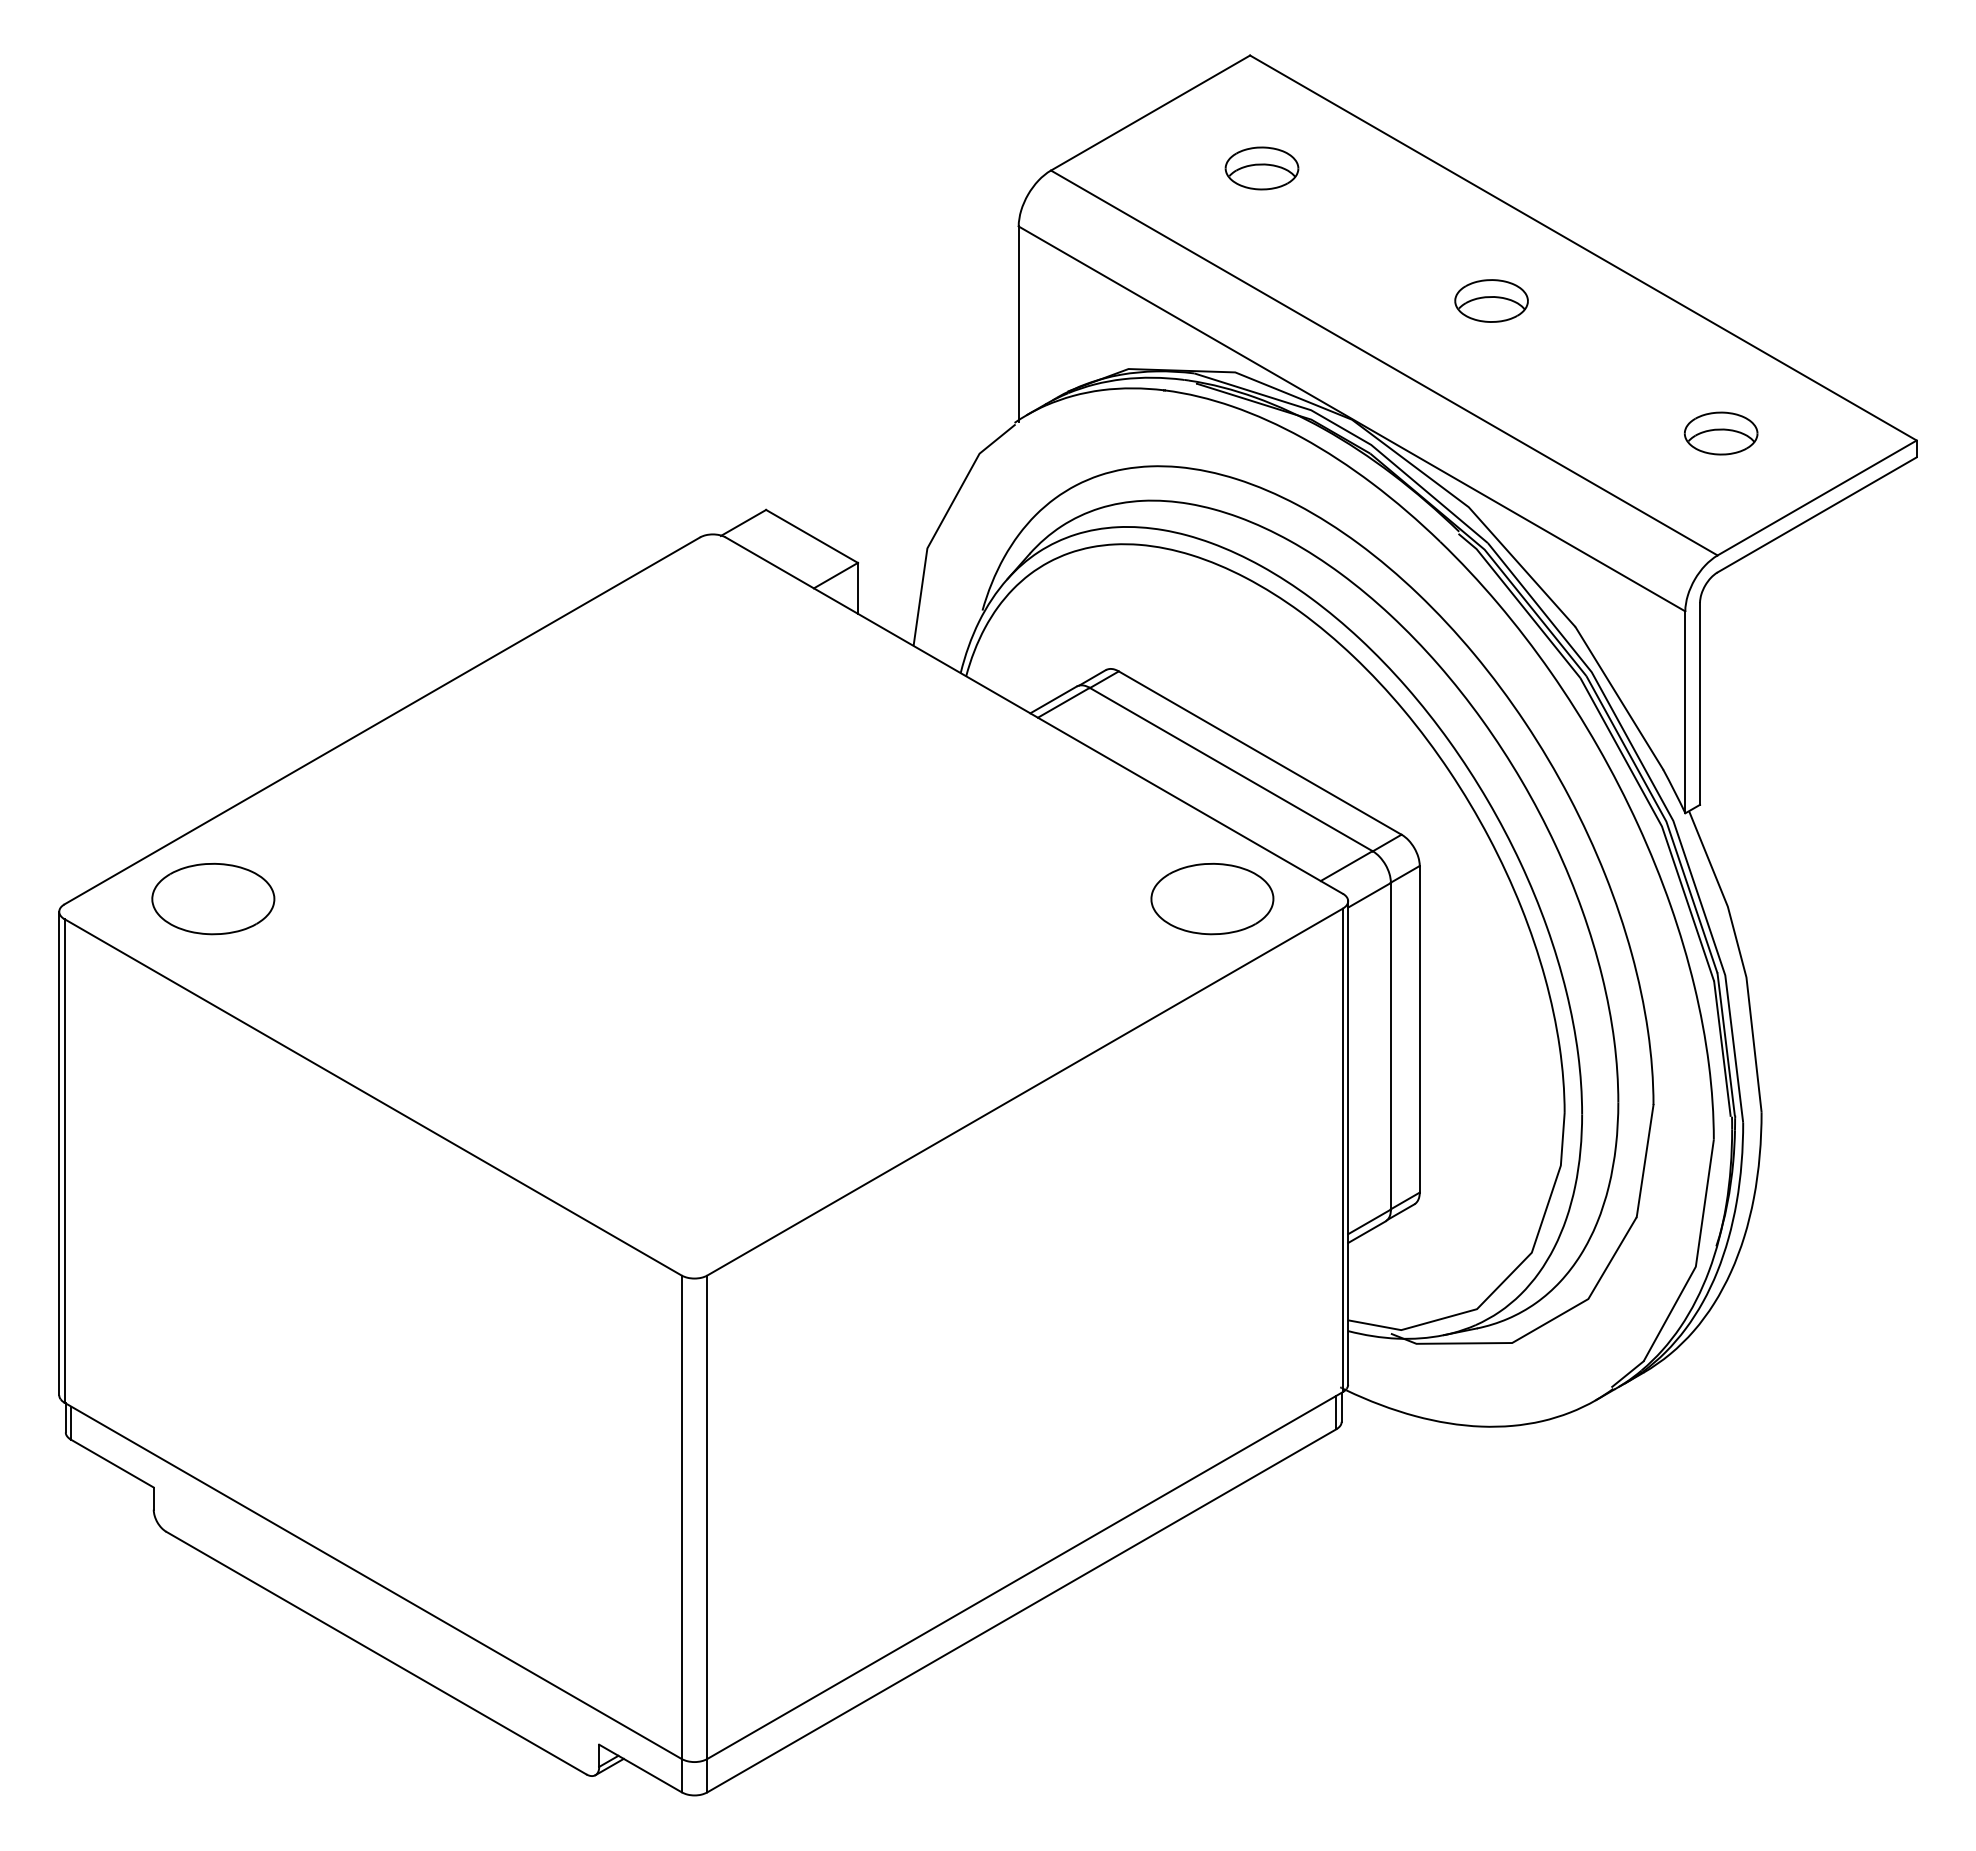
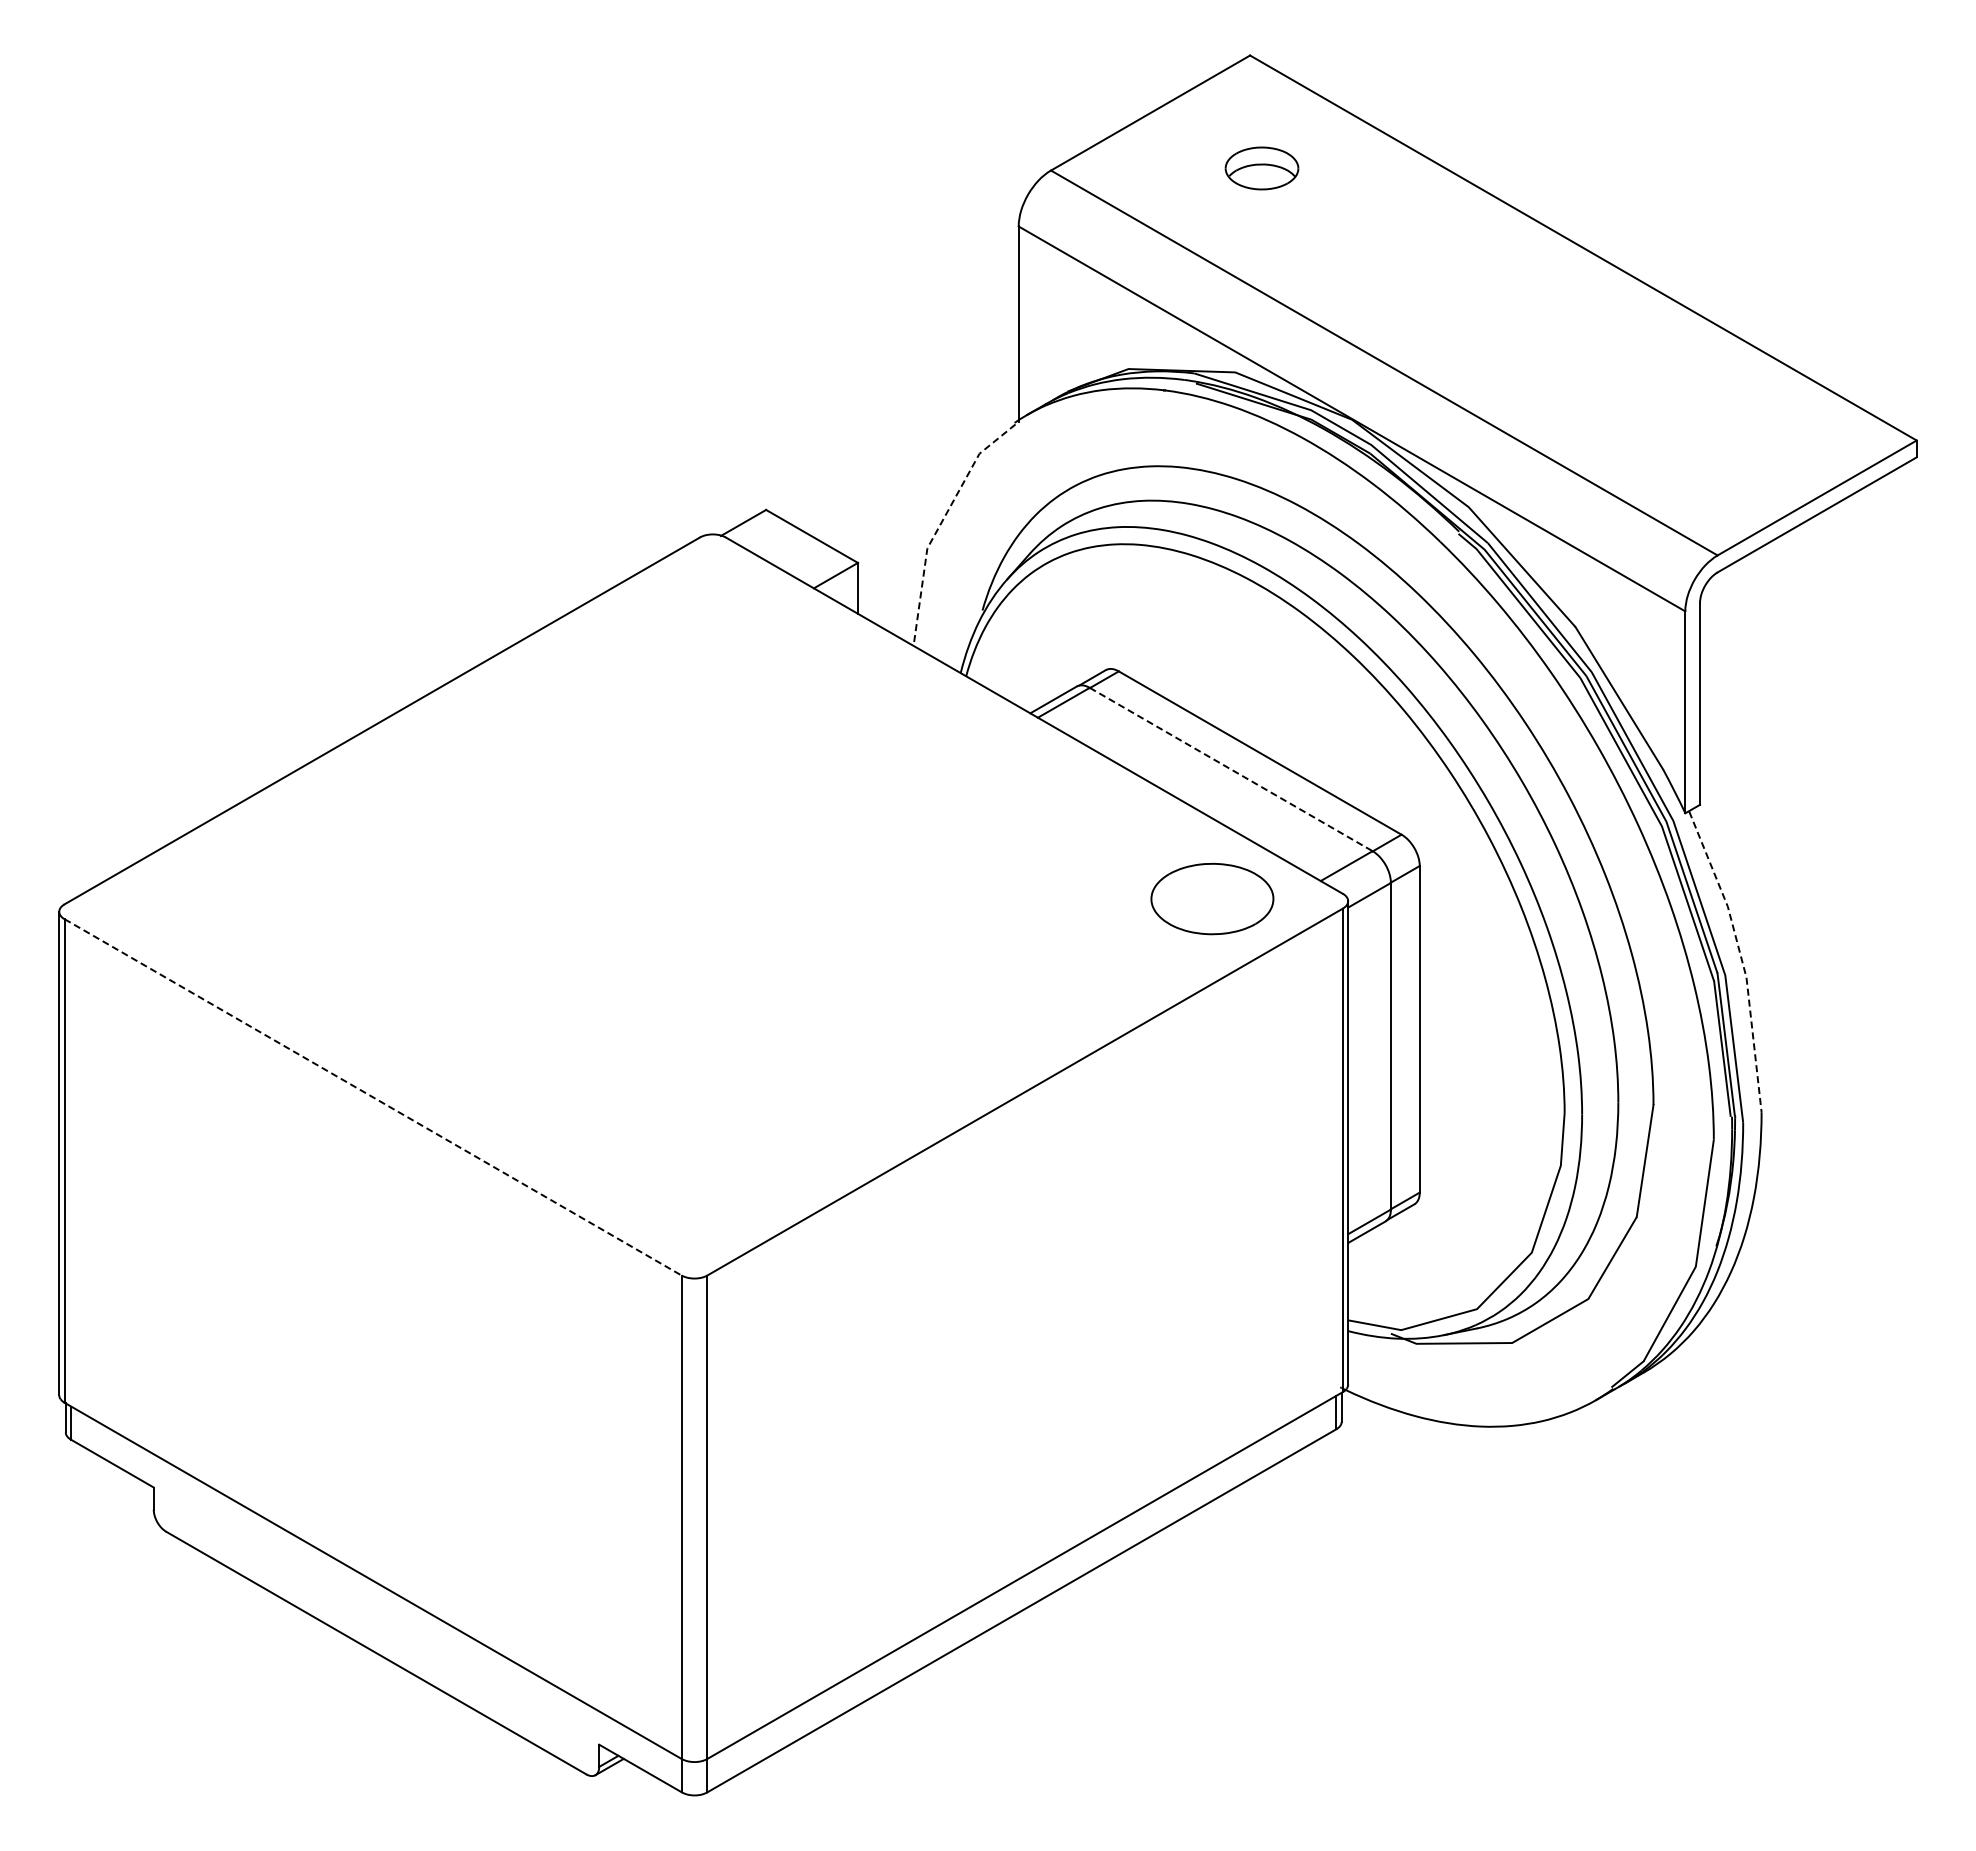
part at (1491, 300): present -> none
part at (1720, 433): present -> none
line at (940, 524): solid -> dashed
line at (1231, 769): solid -> dashed
part at (213, 898): present -> none
line at (1741, 958): solid -> dashed
line at (373, 1097): solid -> dashed
